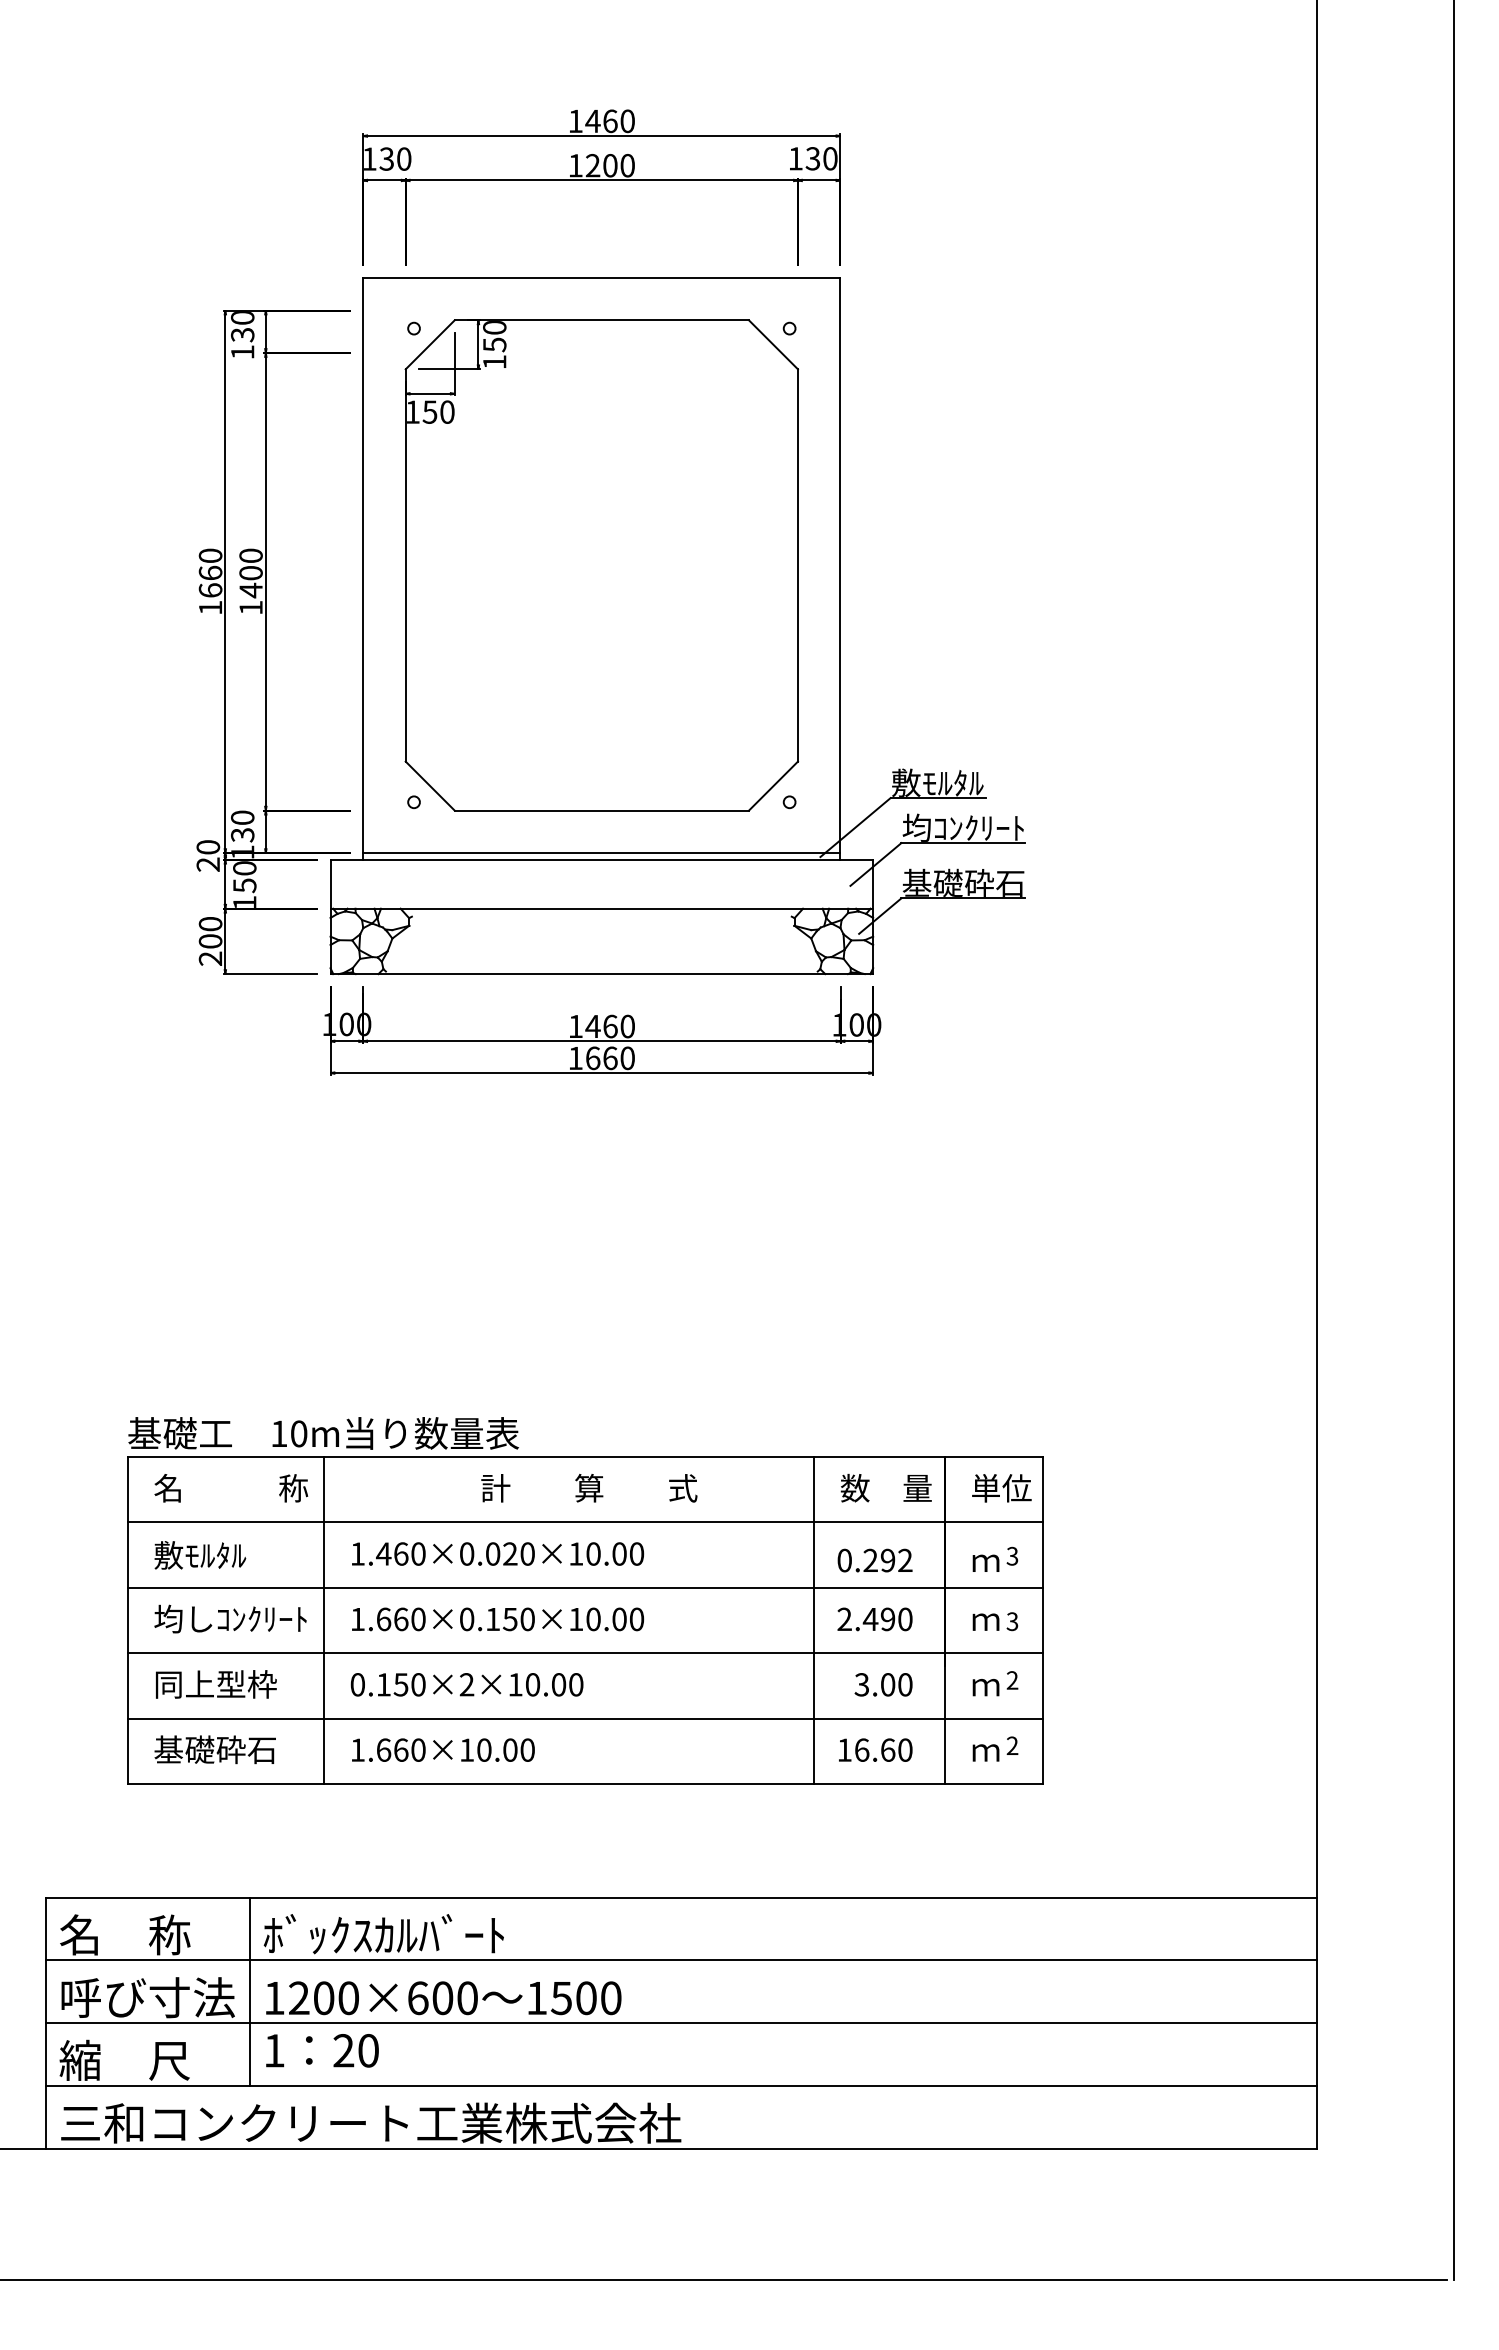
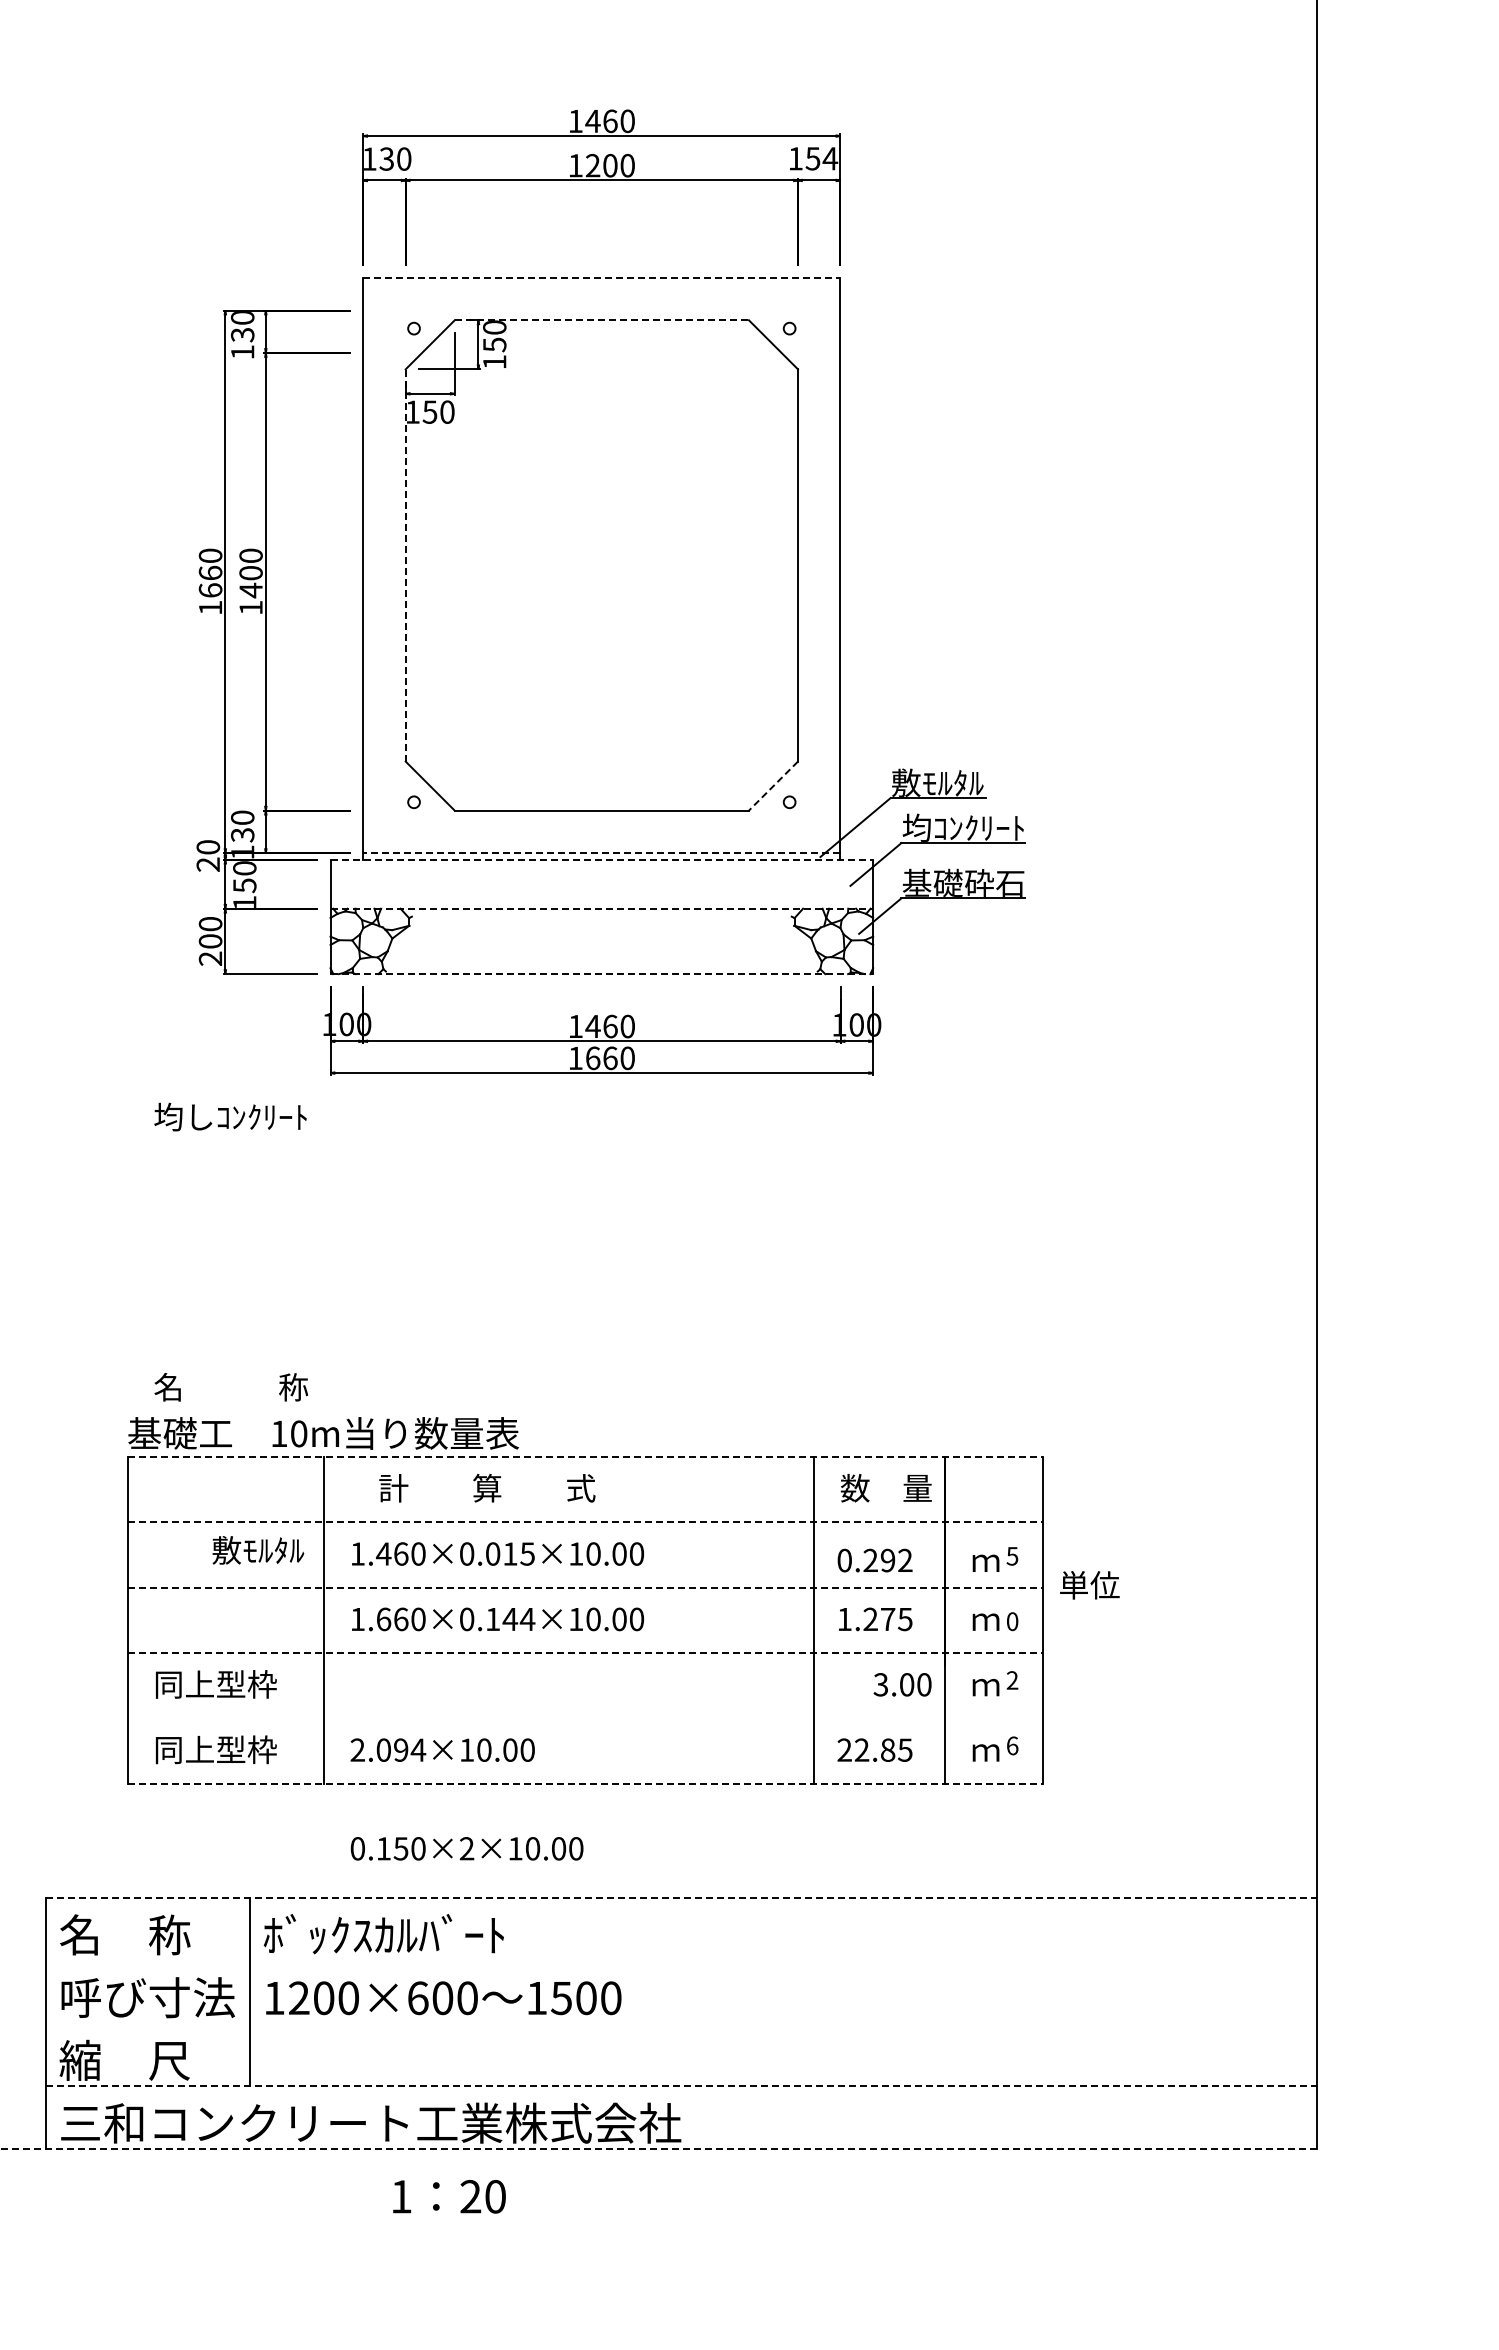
text at (822, 158): 130 -> 154
line at (601, 277): solid -> dashed
line at (602, 320): solid -> dashed
line at (405, 564): solid -> dashed
line at (773, 786): solid -> dashed
line at (601, 853): solid -> dashed
line at (602, 859): solid -> dashed
line at (602, 908): solid -> dashed
line at (602, 974): solid -> dashed
line at (1453, 1140): present -> none
line at (585, 1457): solid -> dashed
text at (231, 1488) position: (231, 1488) -> (231, 1387)
text at (589, 1488) position: (589, 1488) -> (487, 1488)
text at (1001, 1488) position: (1001, 1488) -> (1089, 1585)
line at (585, 1522): solid -> dashed
text at (518, 1553): 1.460×0.020×10.00 -> 1.460×0.015×10.00
text at (200, 1555) position: (200, 1555) -> (258, 1550)
text at (1012, 1555): 3 -> 5
line at (585, 1587): solid -> dashed
text at (230, 1618) position: (230, 1618) -> (230, 1116)
text at (518, 1619): 1.660×0.150×10.00 -> 1.660×0.144×10.00
text at (874, 1619): 2.490 -> 1.275
text at (1012, 1621): 3 -> 0
line at (585, 1653): solid -> dashed
text at (466, 1684) position: (466, 1684) -> (466, 1848)
text at (883, 1684) position: (883, 1684) -> (902, 1684)
line at (584, 1718): present -> none
text at (1012, 1745): 2 -> 6
text at (215, 1749): 基礎砕石 -> 同上型枠
text at (388, 1749): 1.660×10.00 -> 2.094×10.00
text at (874, 1749): 16.60 -> 22.85
line at (585, 1783): solid -> dashed
line at (681, 1897): solid -> dashed
line at (680, 1960): present -> none
line at (680, 2023): present -> none
text at (322, 2050) position: (322, 2050) -> (449, 2196)
line at (681, 2085): solid -> dashed
line at (658, 2148): solid -> dashed
line at (724, 2279): present -> none
